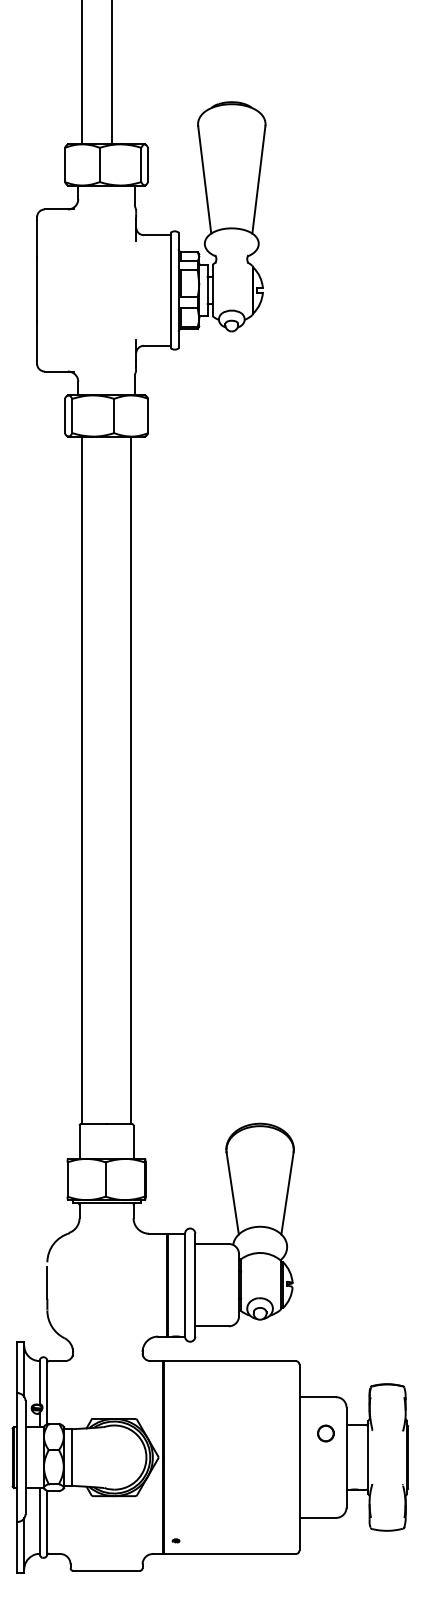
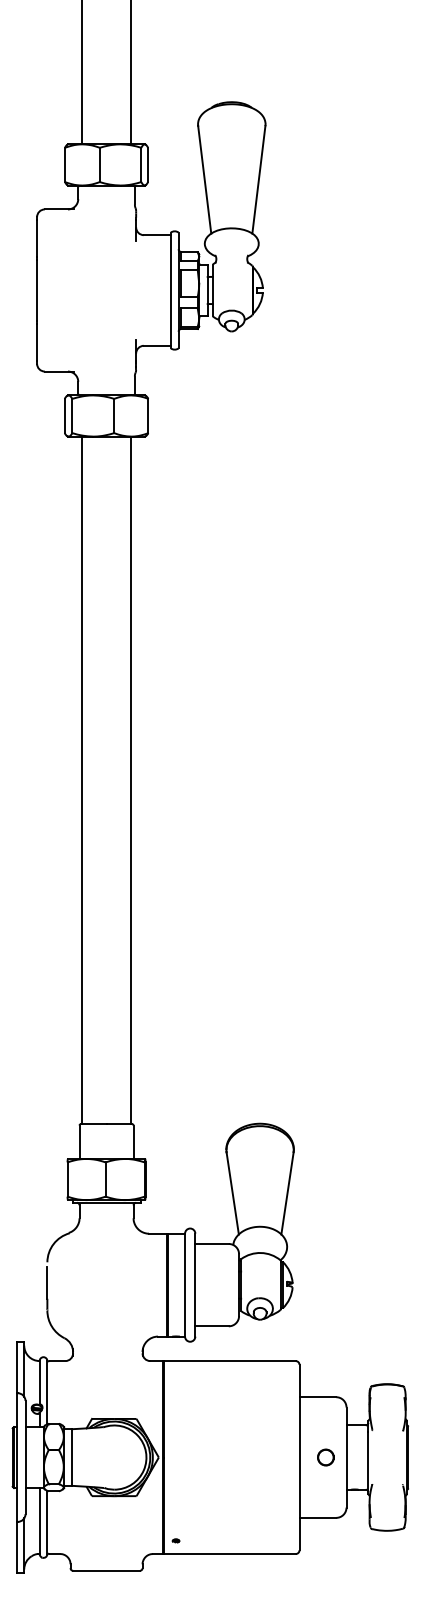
line at (112, 73) position: (112, 73) -> (131, 73)
part at (325, 1433) position: (325, 1433) -> (325, 1457)
